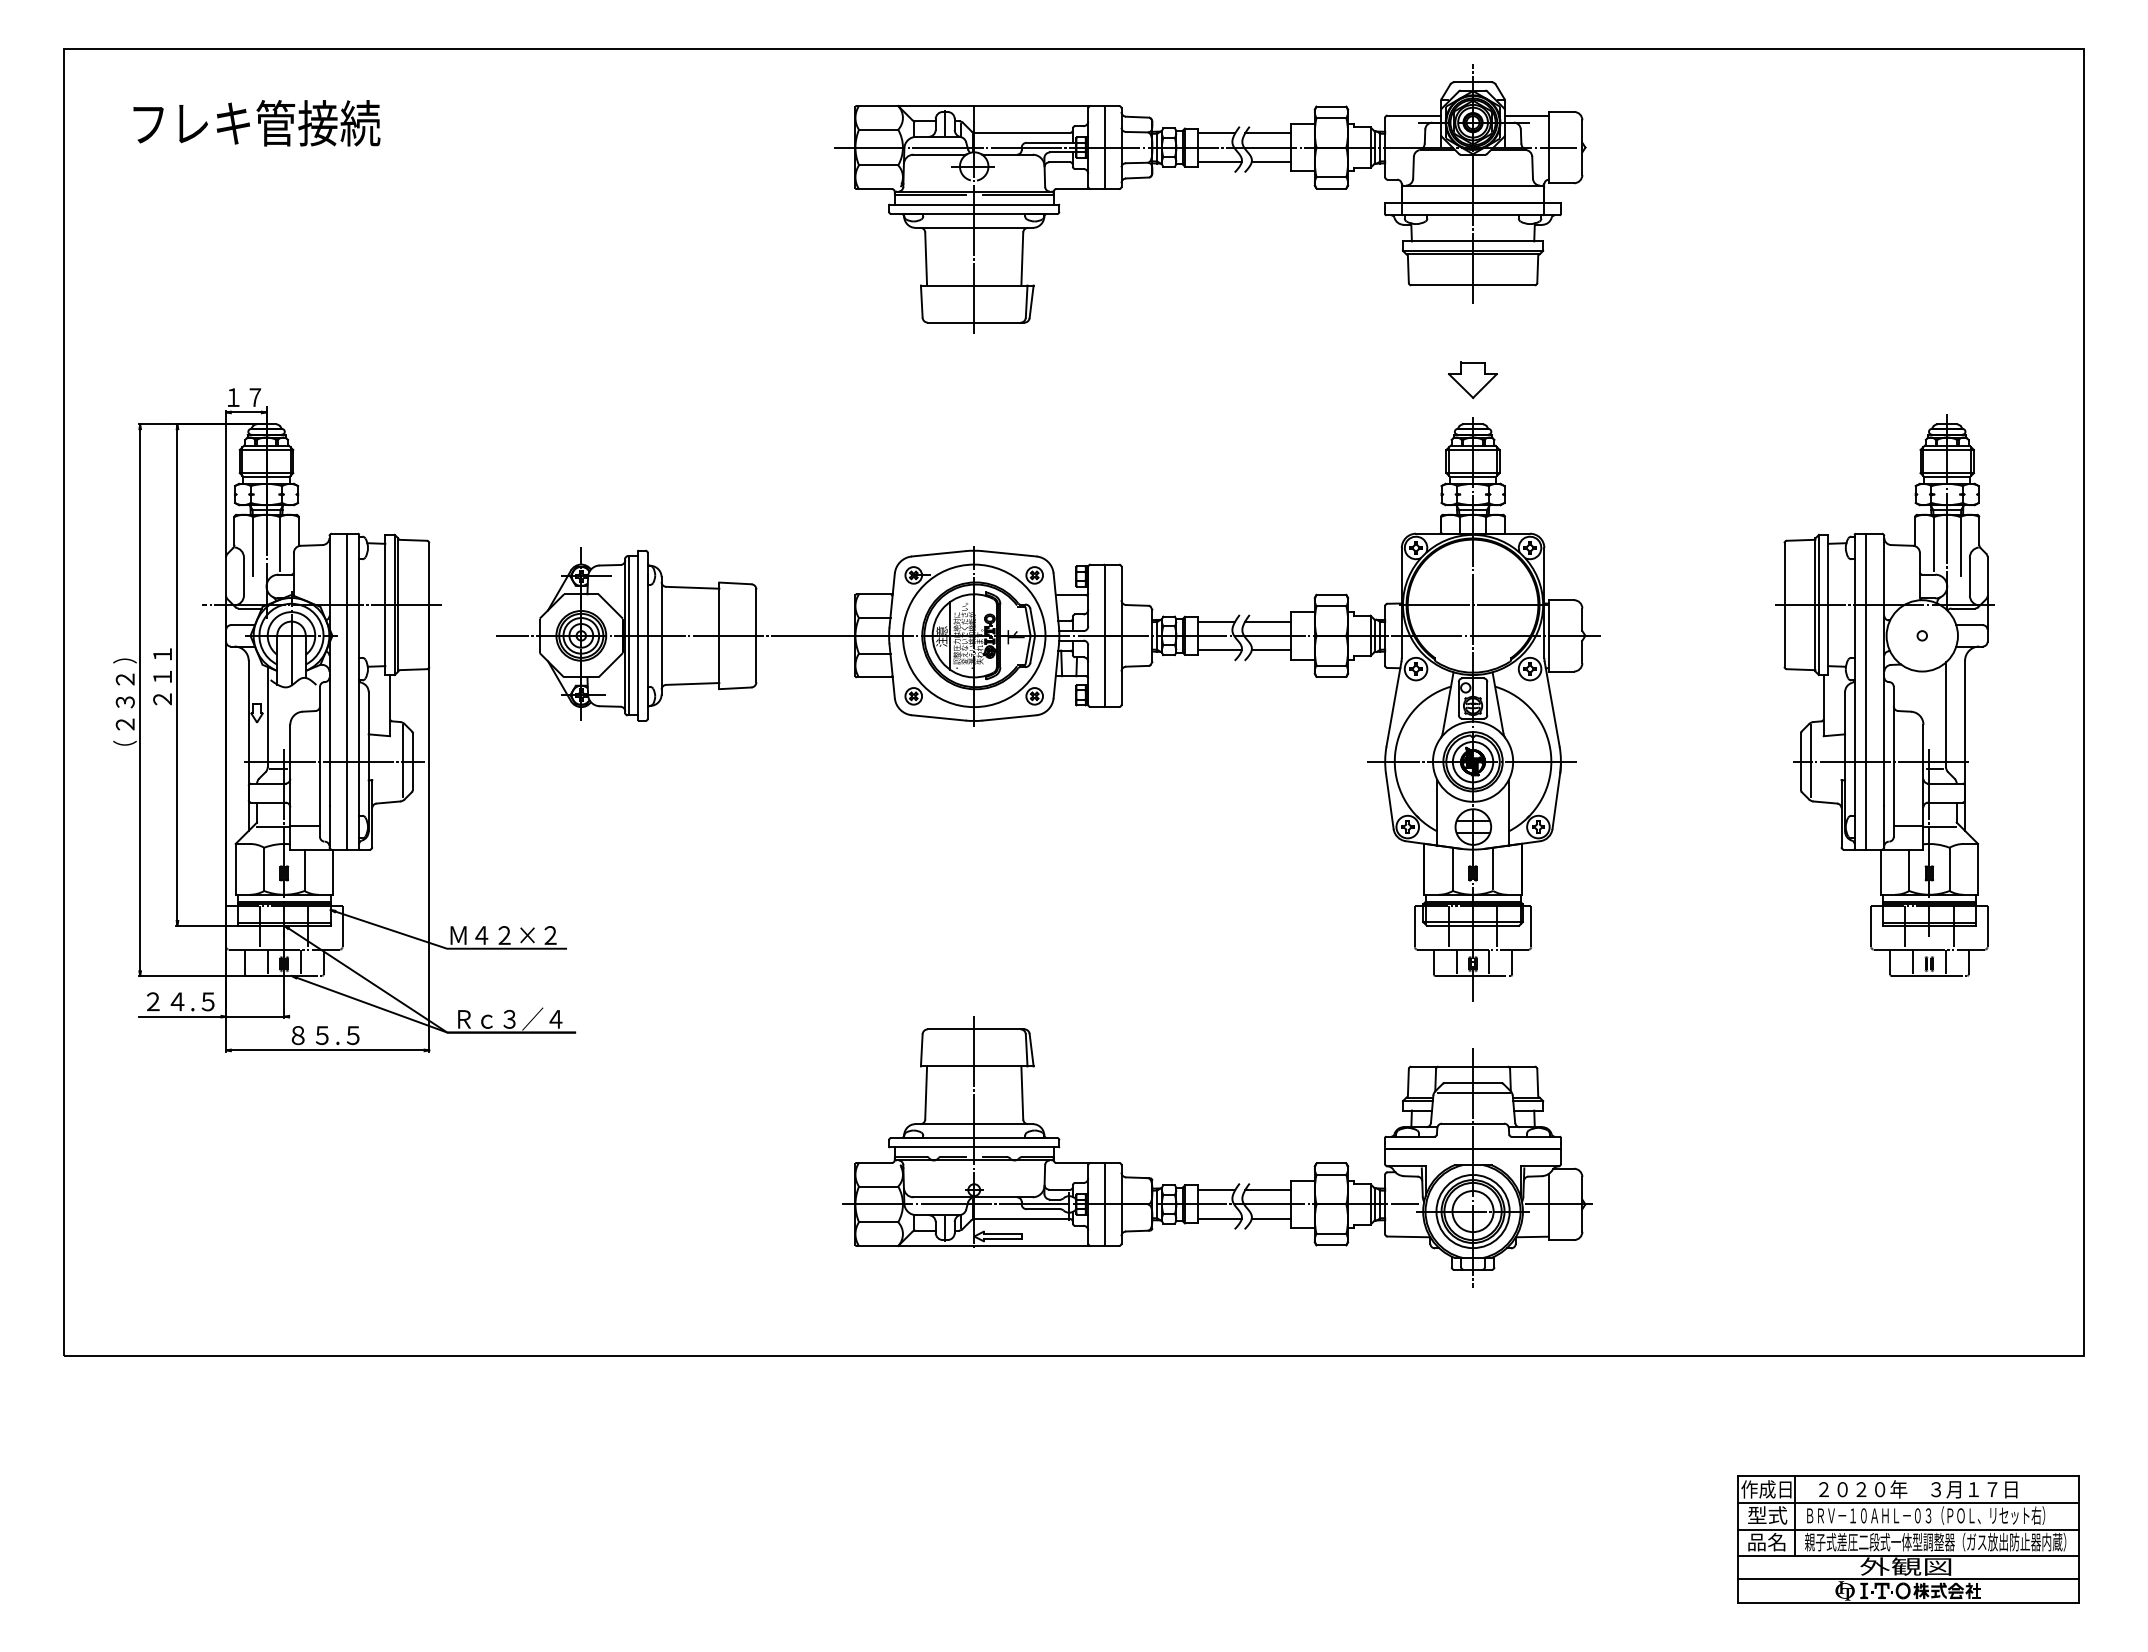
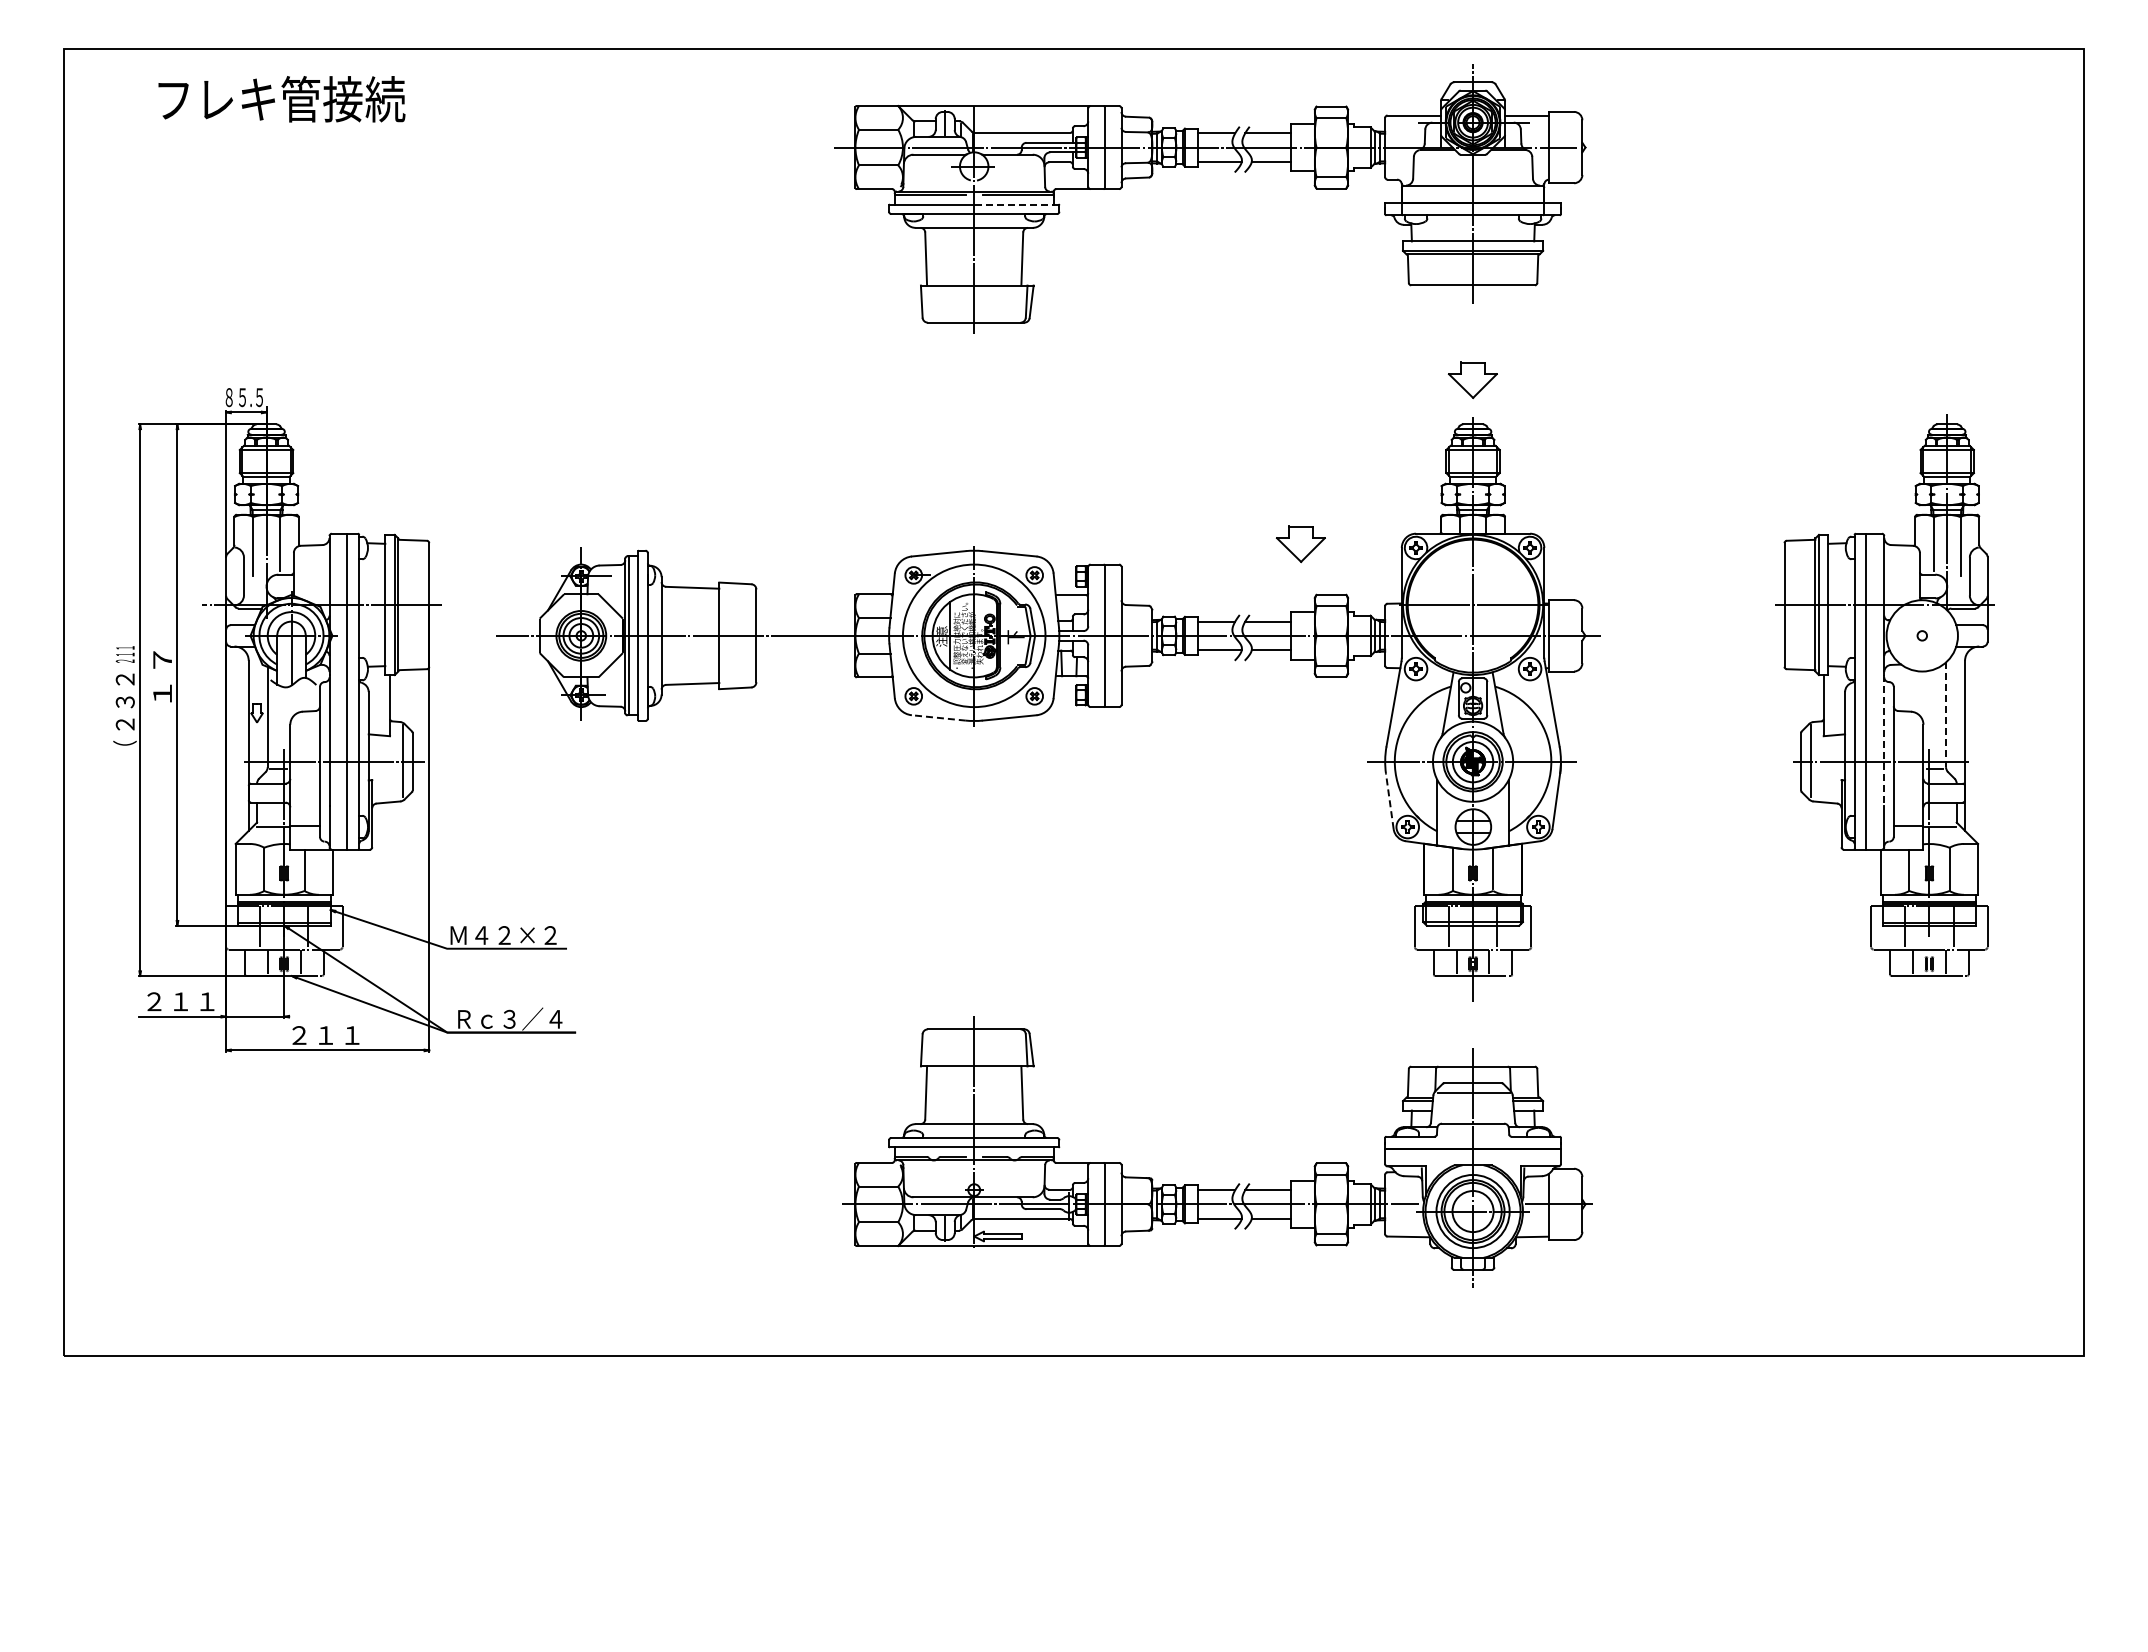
text at (256, 123) position: (256, 123) -> (281, 99)
line at (1015, 204): solid -> dashed
text at (243, 397): １７ -> ８５.５
part at (1300, 544): none -> present
text at (124, 654): ） -> ２１１
text at (162, 676): ２１１ -> １７
line at (1946, 715): solid -> dashed
line at (938, 717): solid -> dashed
line at (1884, 740): solid -> dashed
line at (1389, 801): solid -> dashed
text at (180, 1001): ２４.５ -> ２１１
text at (325, 1035): ８５.５ -> ２１１
part at (1908, 1539): present -> none
